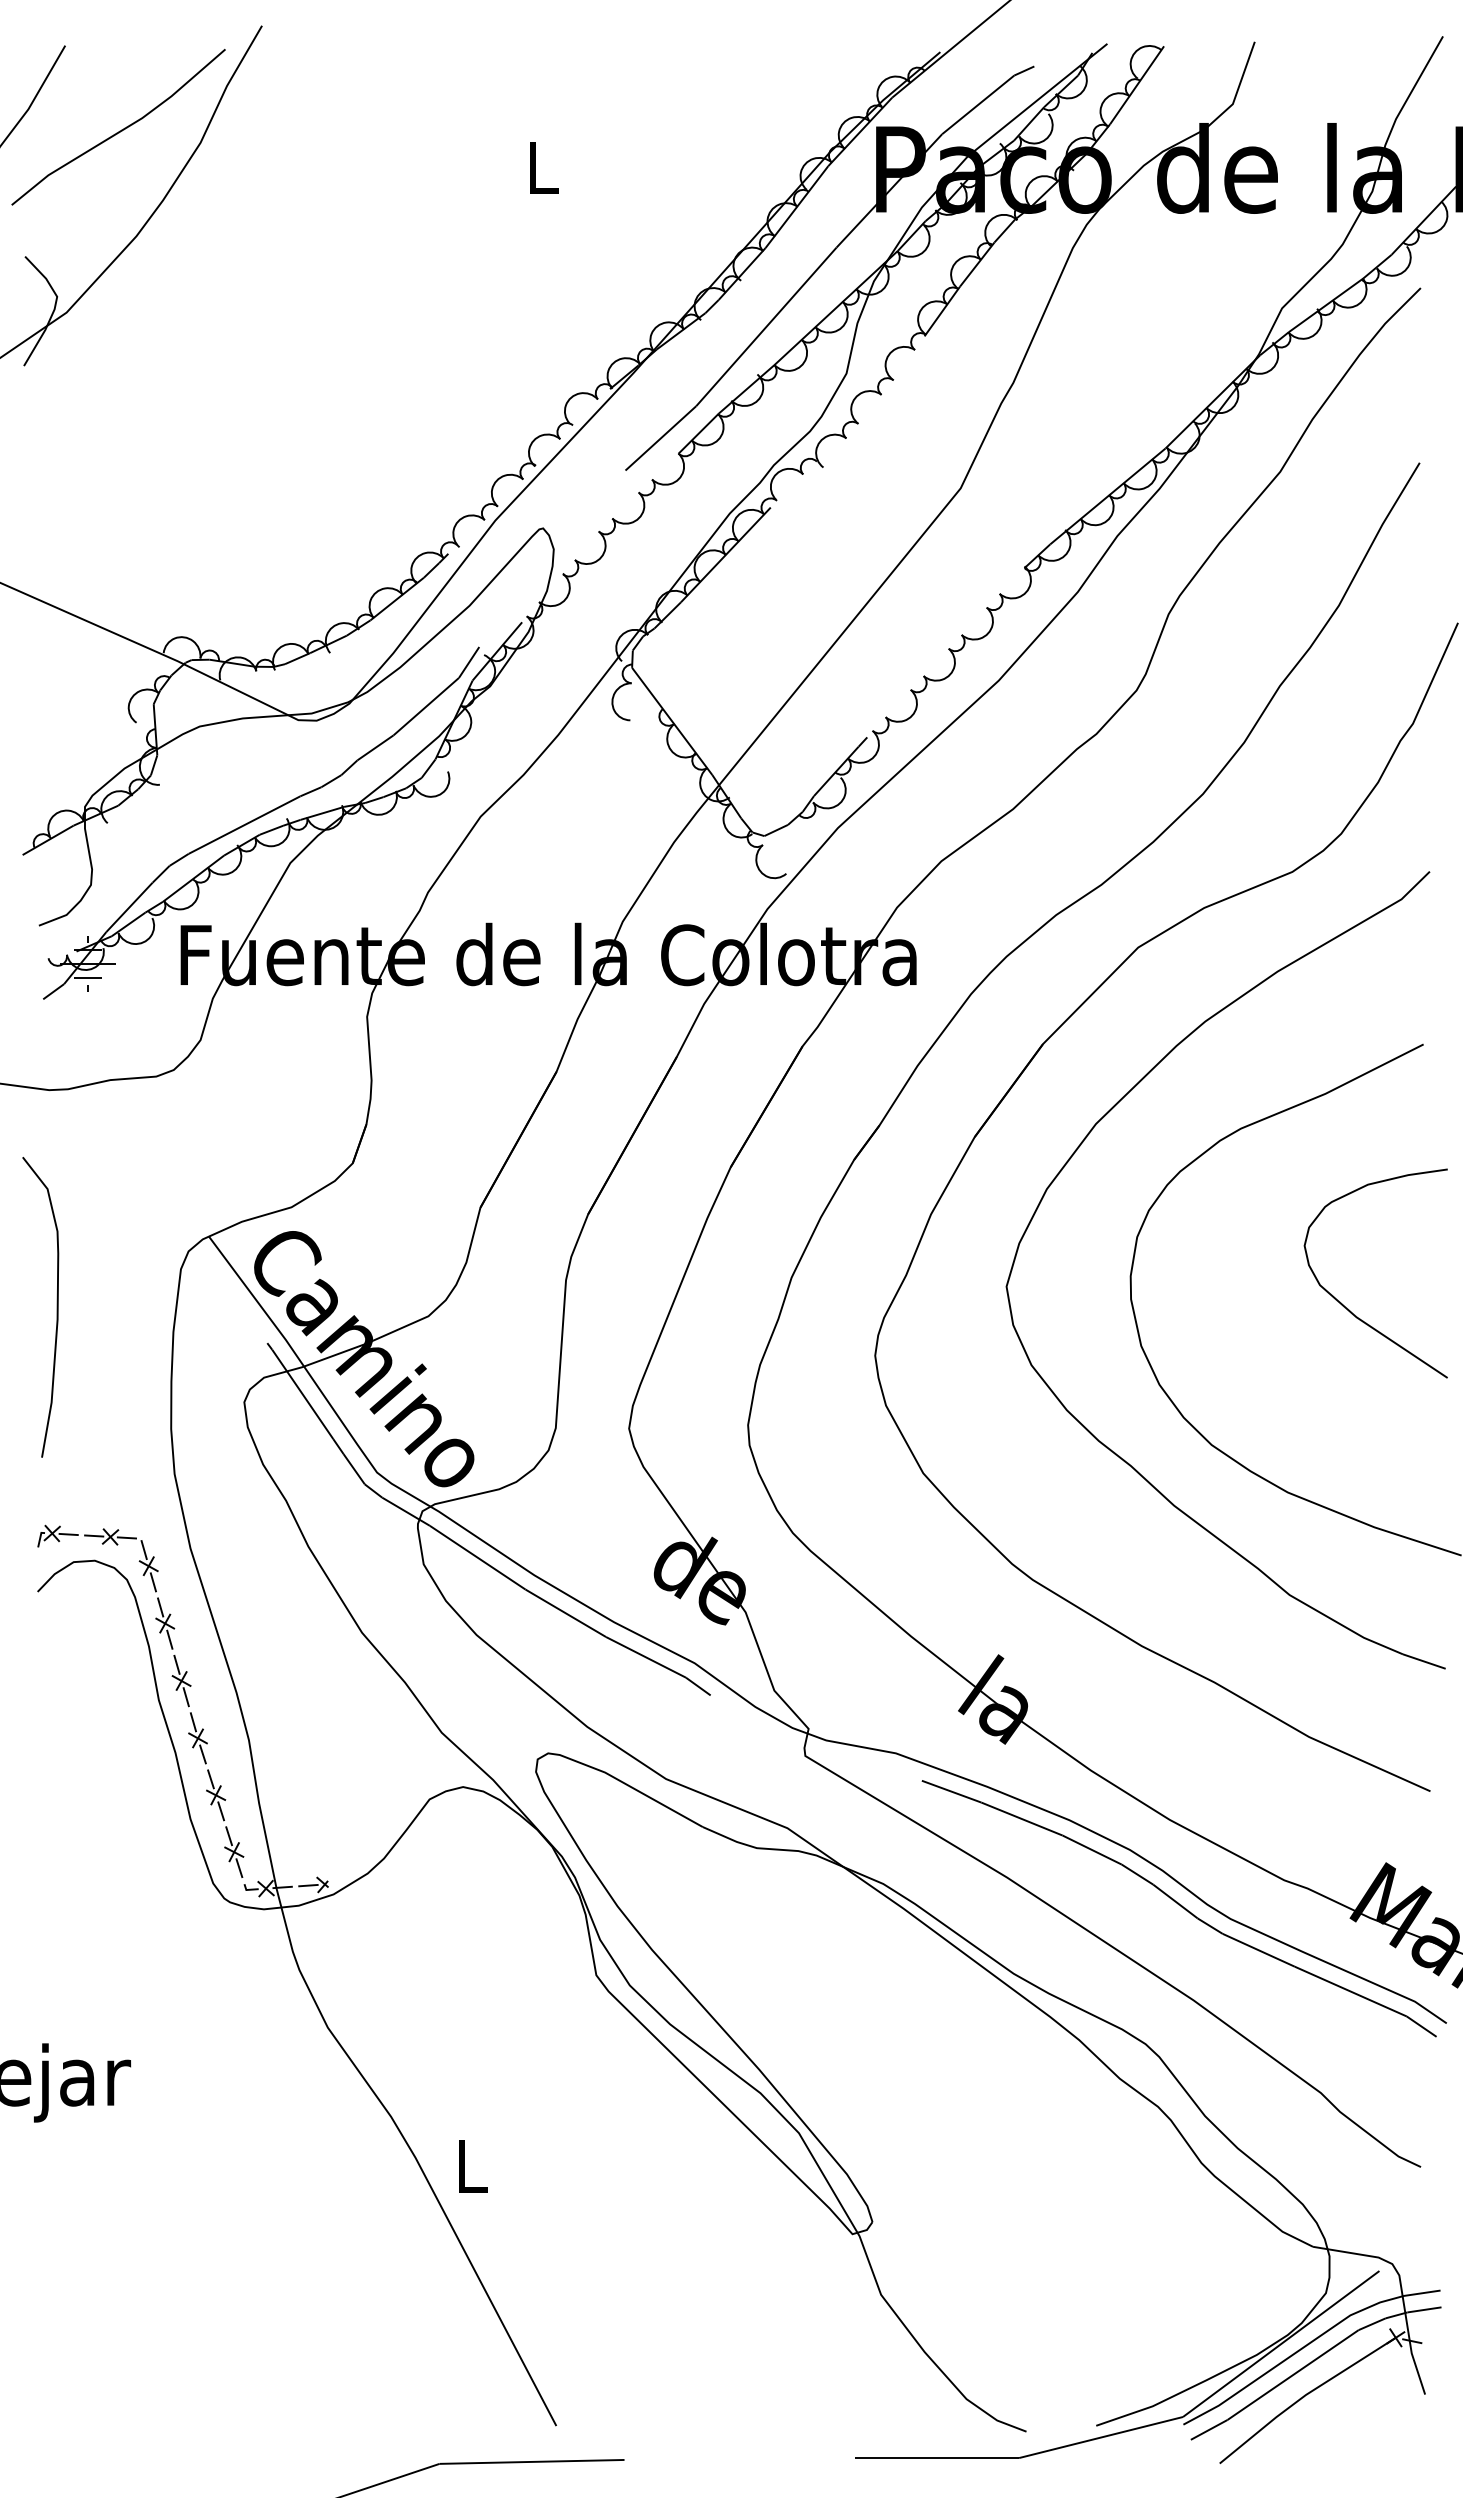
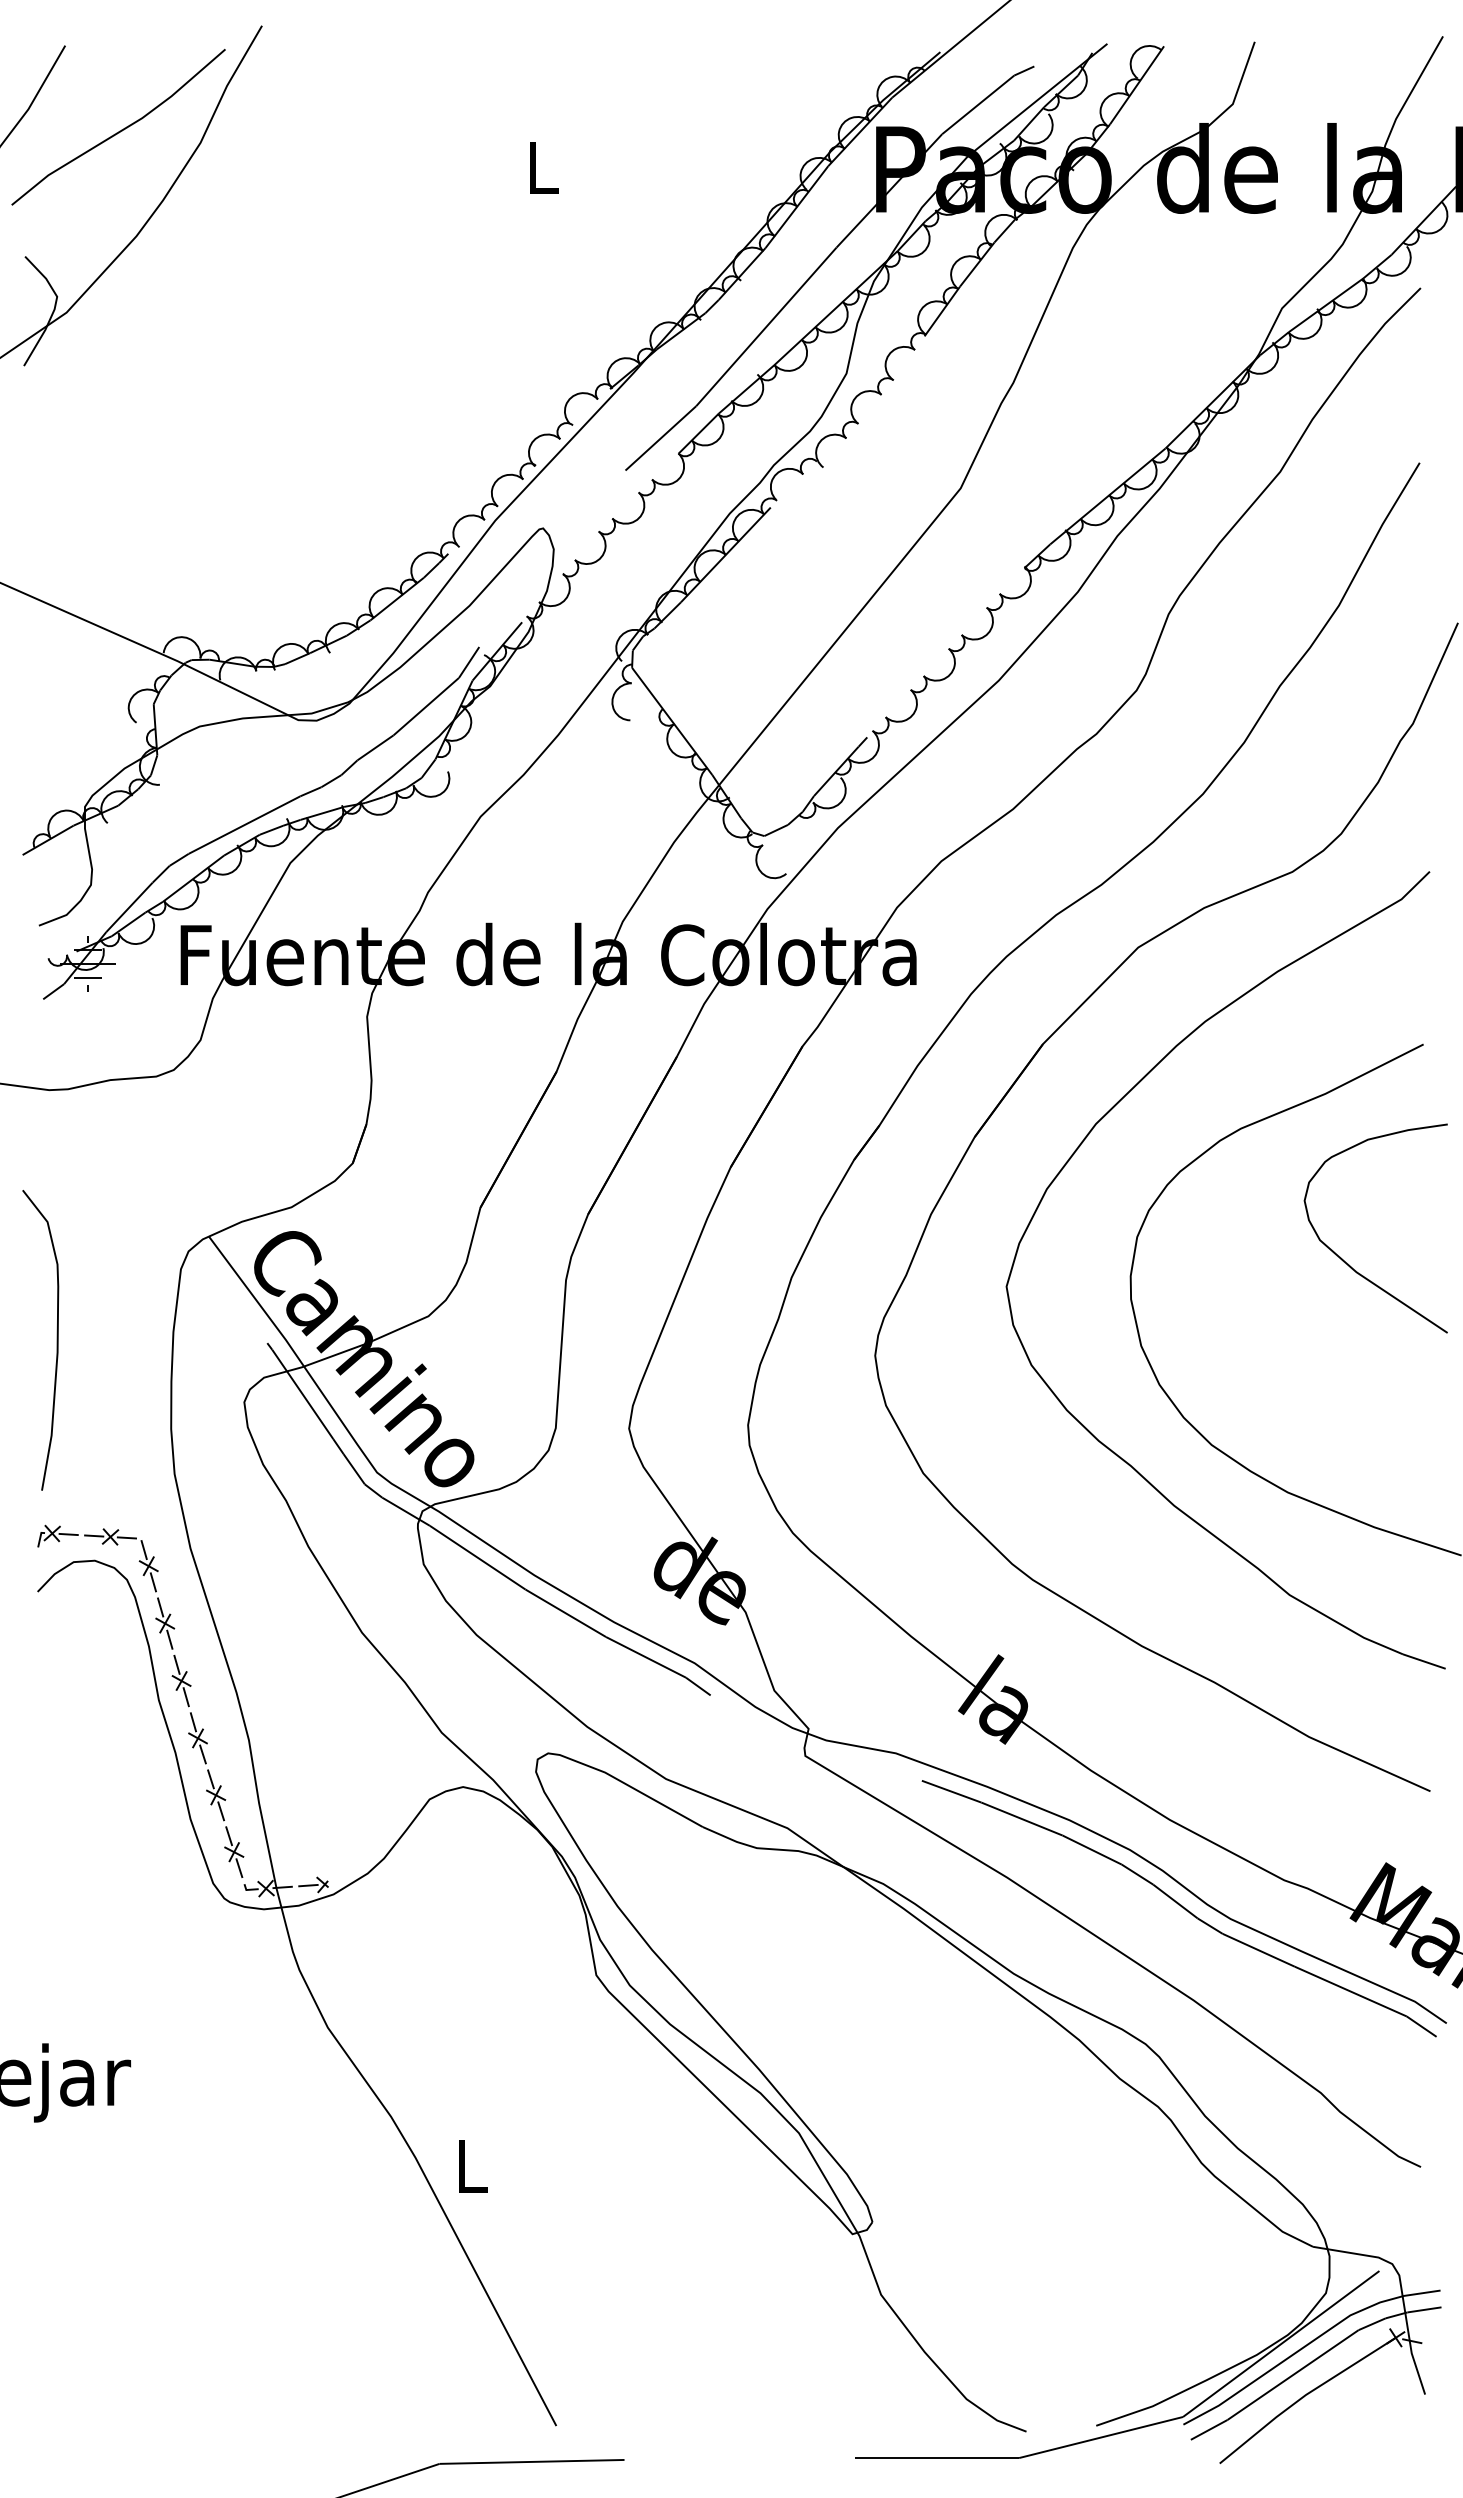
curve at (56, 1307) position: (56, 1307) -> (56, 1340)
curve at (1348, 1308) position: (1348, 1308) -> (1348, 1263)
